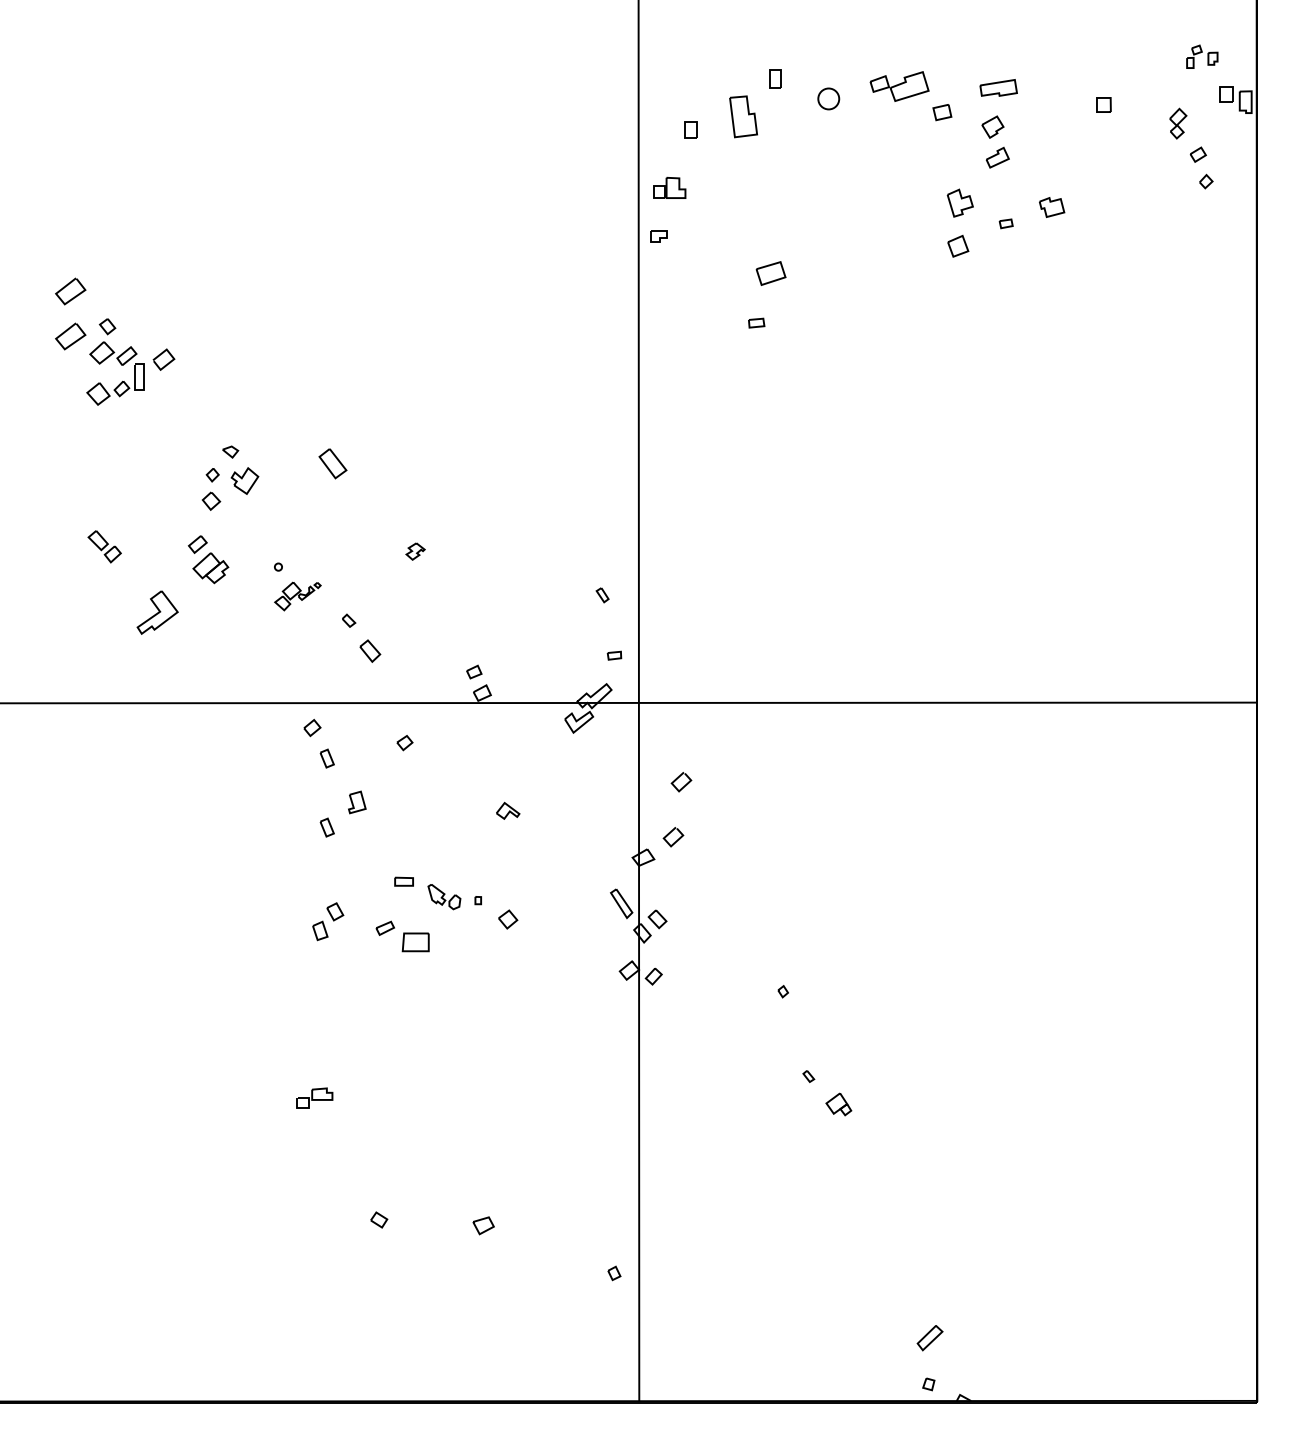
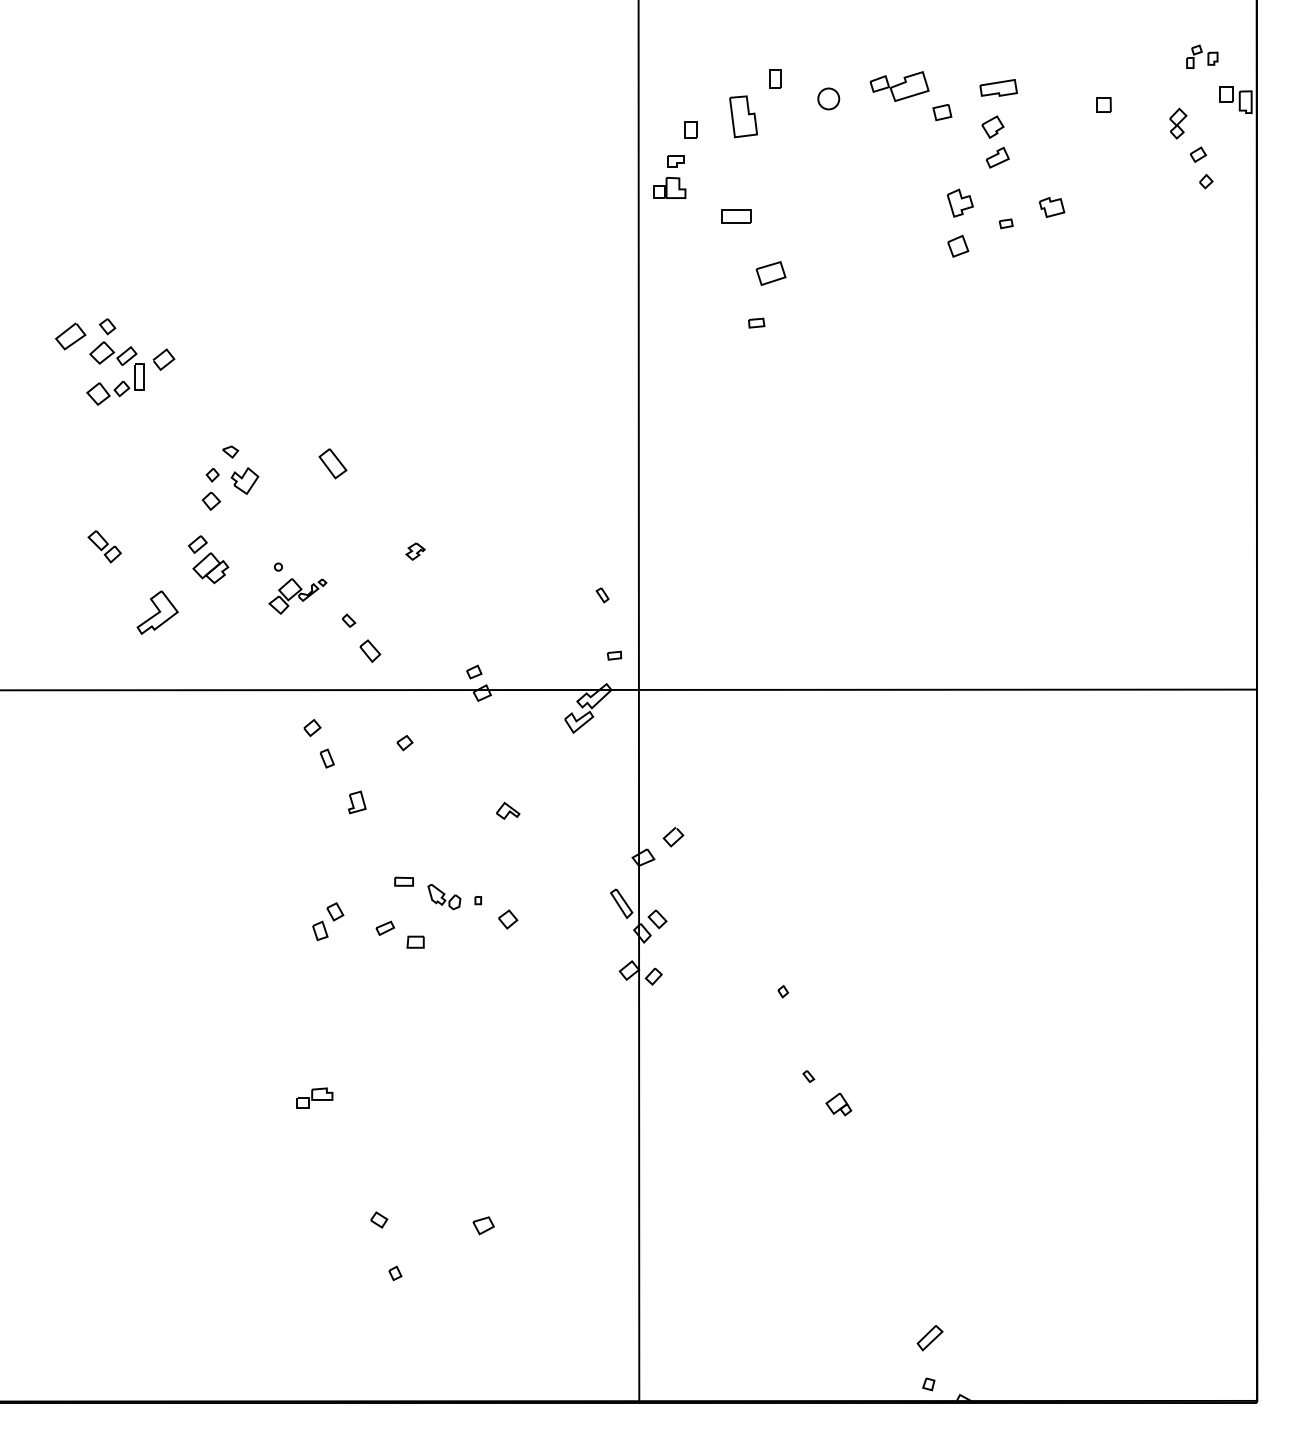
part at (736, 216): none -> present
part at (658, 236) position: (658, 236) -> (675, 161)
line at (67, 286): present -> none
part at (297, 596) size: 48x31 px -> 60x37 px
line at (629, 702) position: (629, 702) -> (629, 689)
line at (684, 785): present -> none
line at (324, 828): present -> none
part at (415, 942) size: 29x21 px -> 19x14 px
part at (614, 1273) position: (614, 1273) -> (395, 1273)
